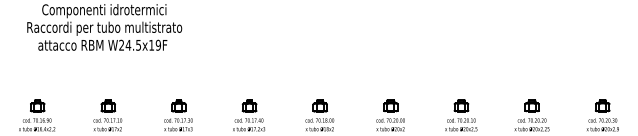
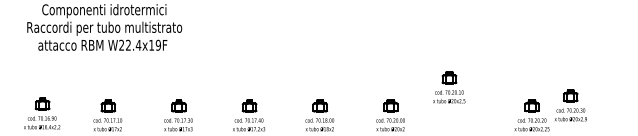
text at (133, 44): W24.5x19F -> W22.4x19F
part at (37, 115) position: (37, 115) -> (42, 113)
part at (461, 115) position: (461, 115) -> (449, 87)
part at (602, 115) position: (602, 115) -> (570, 105)
